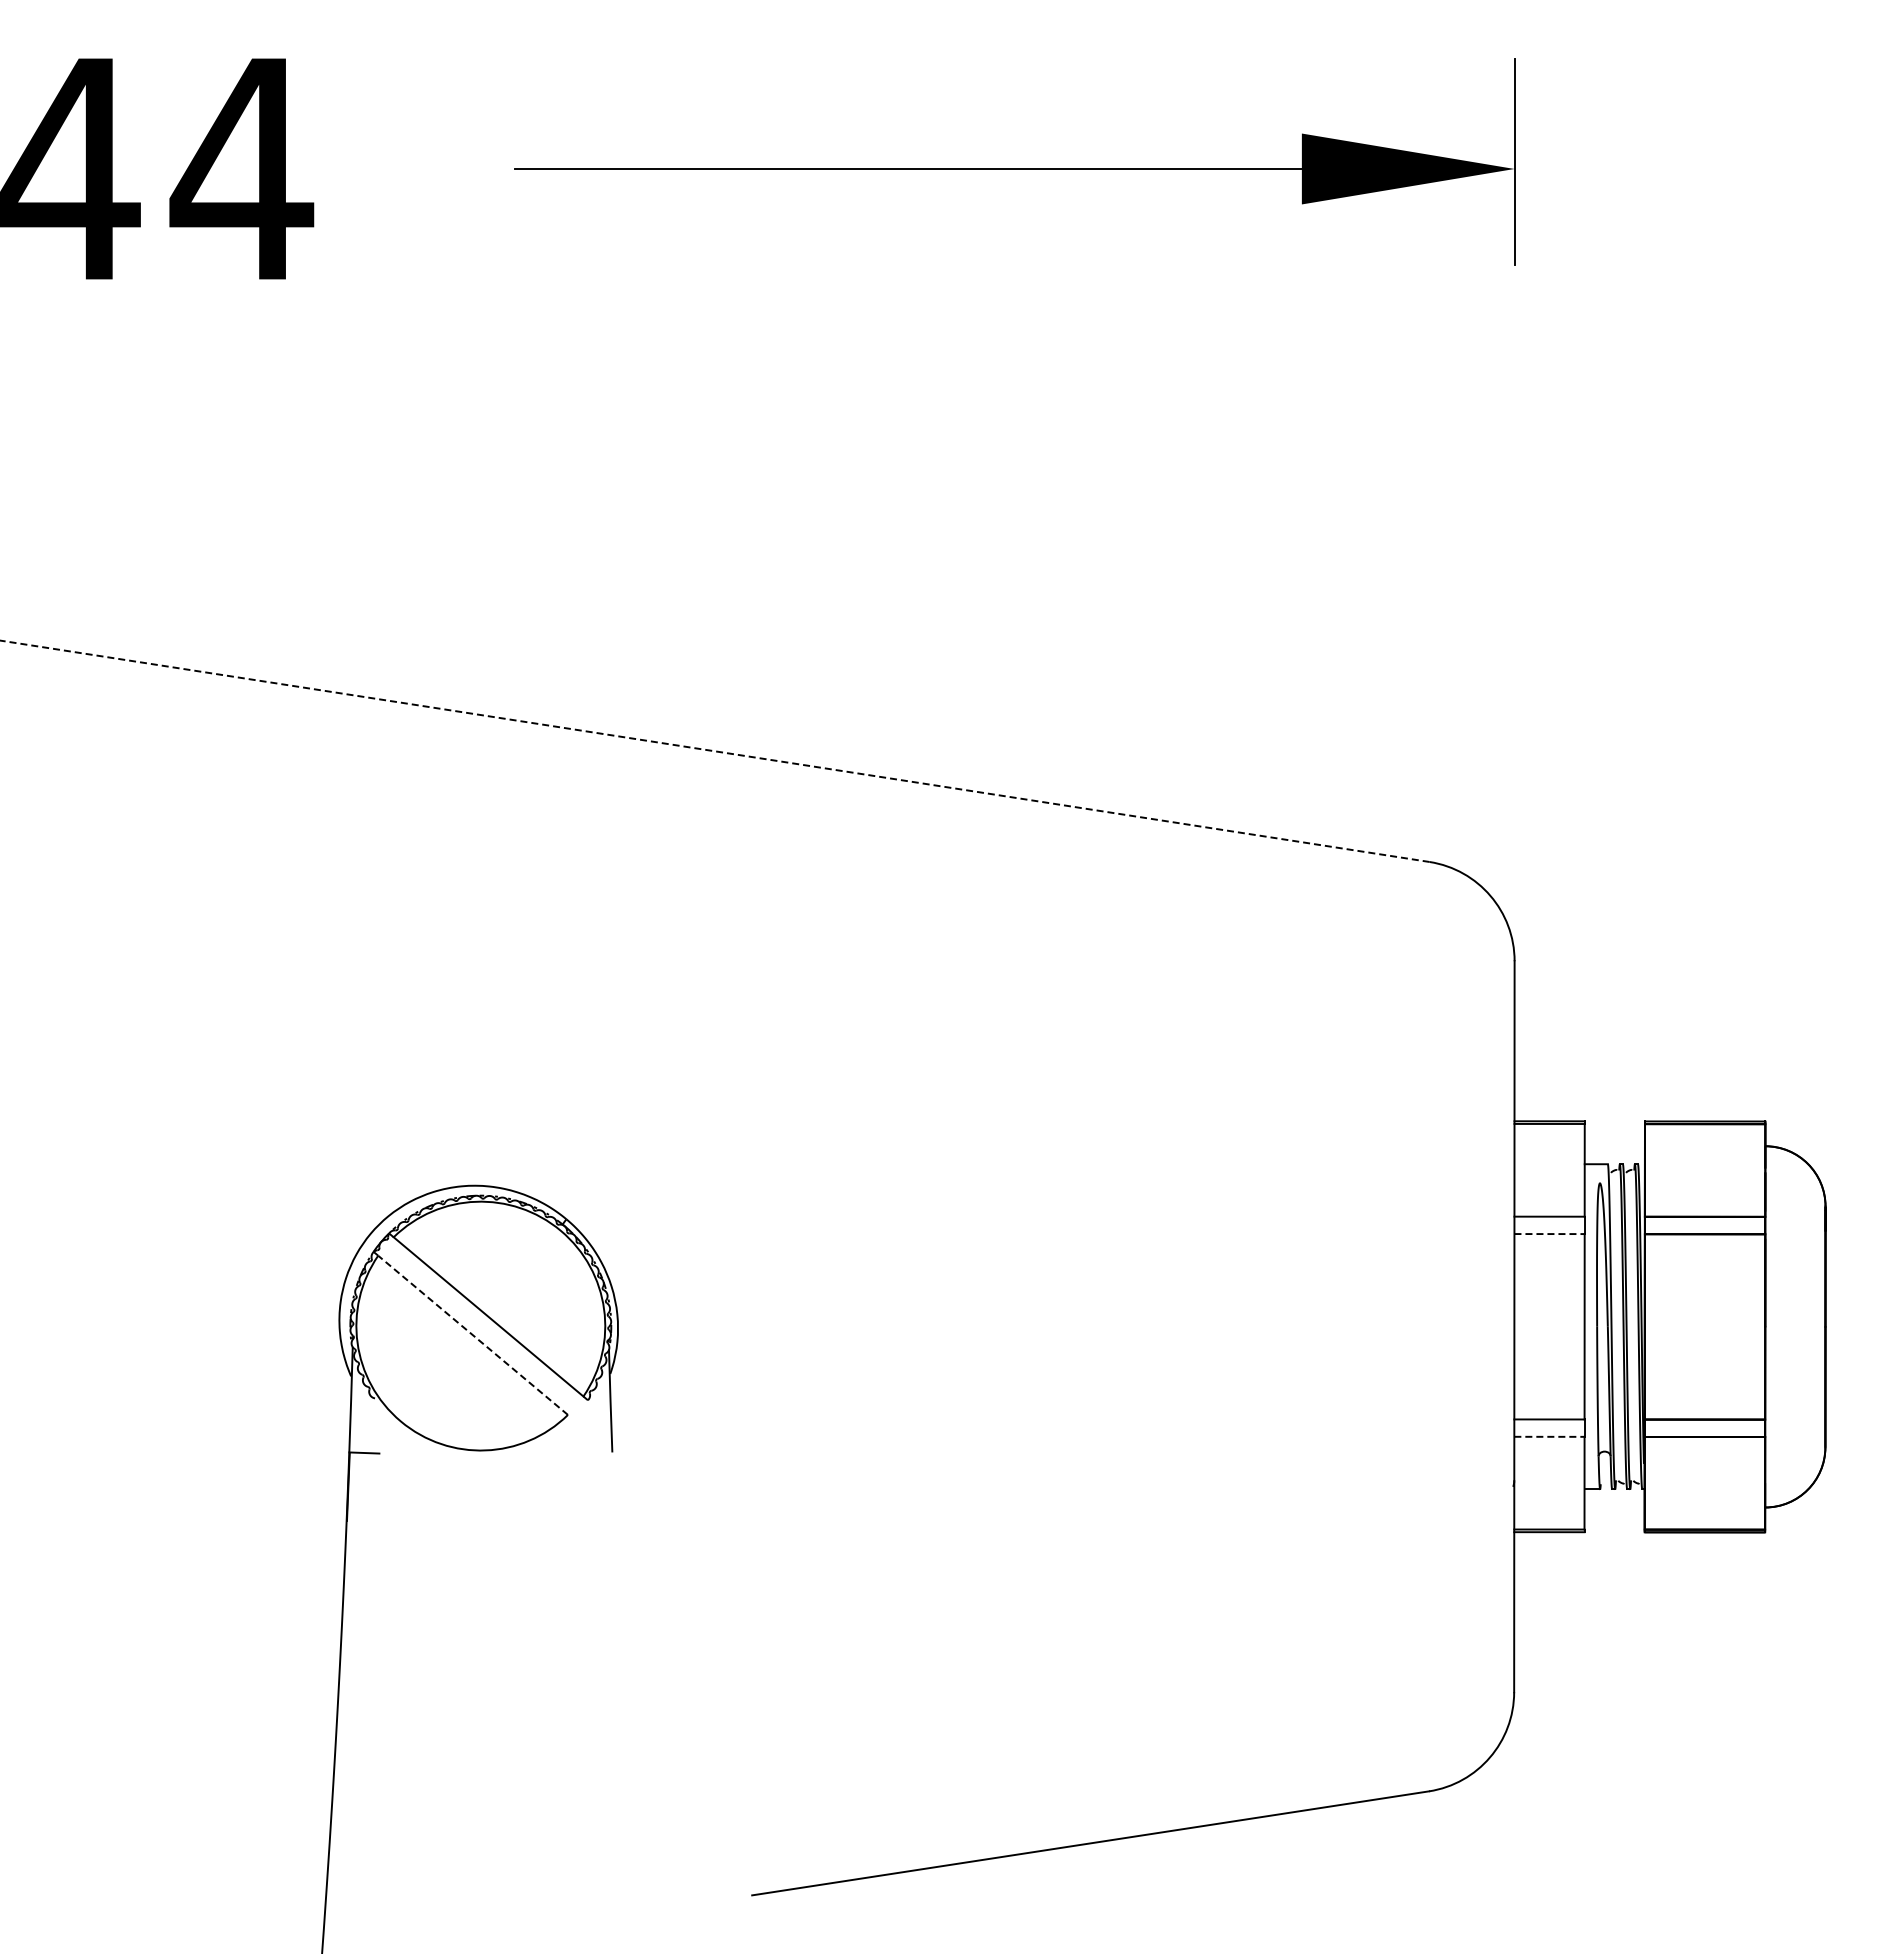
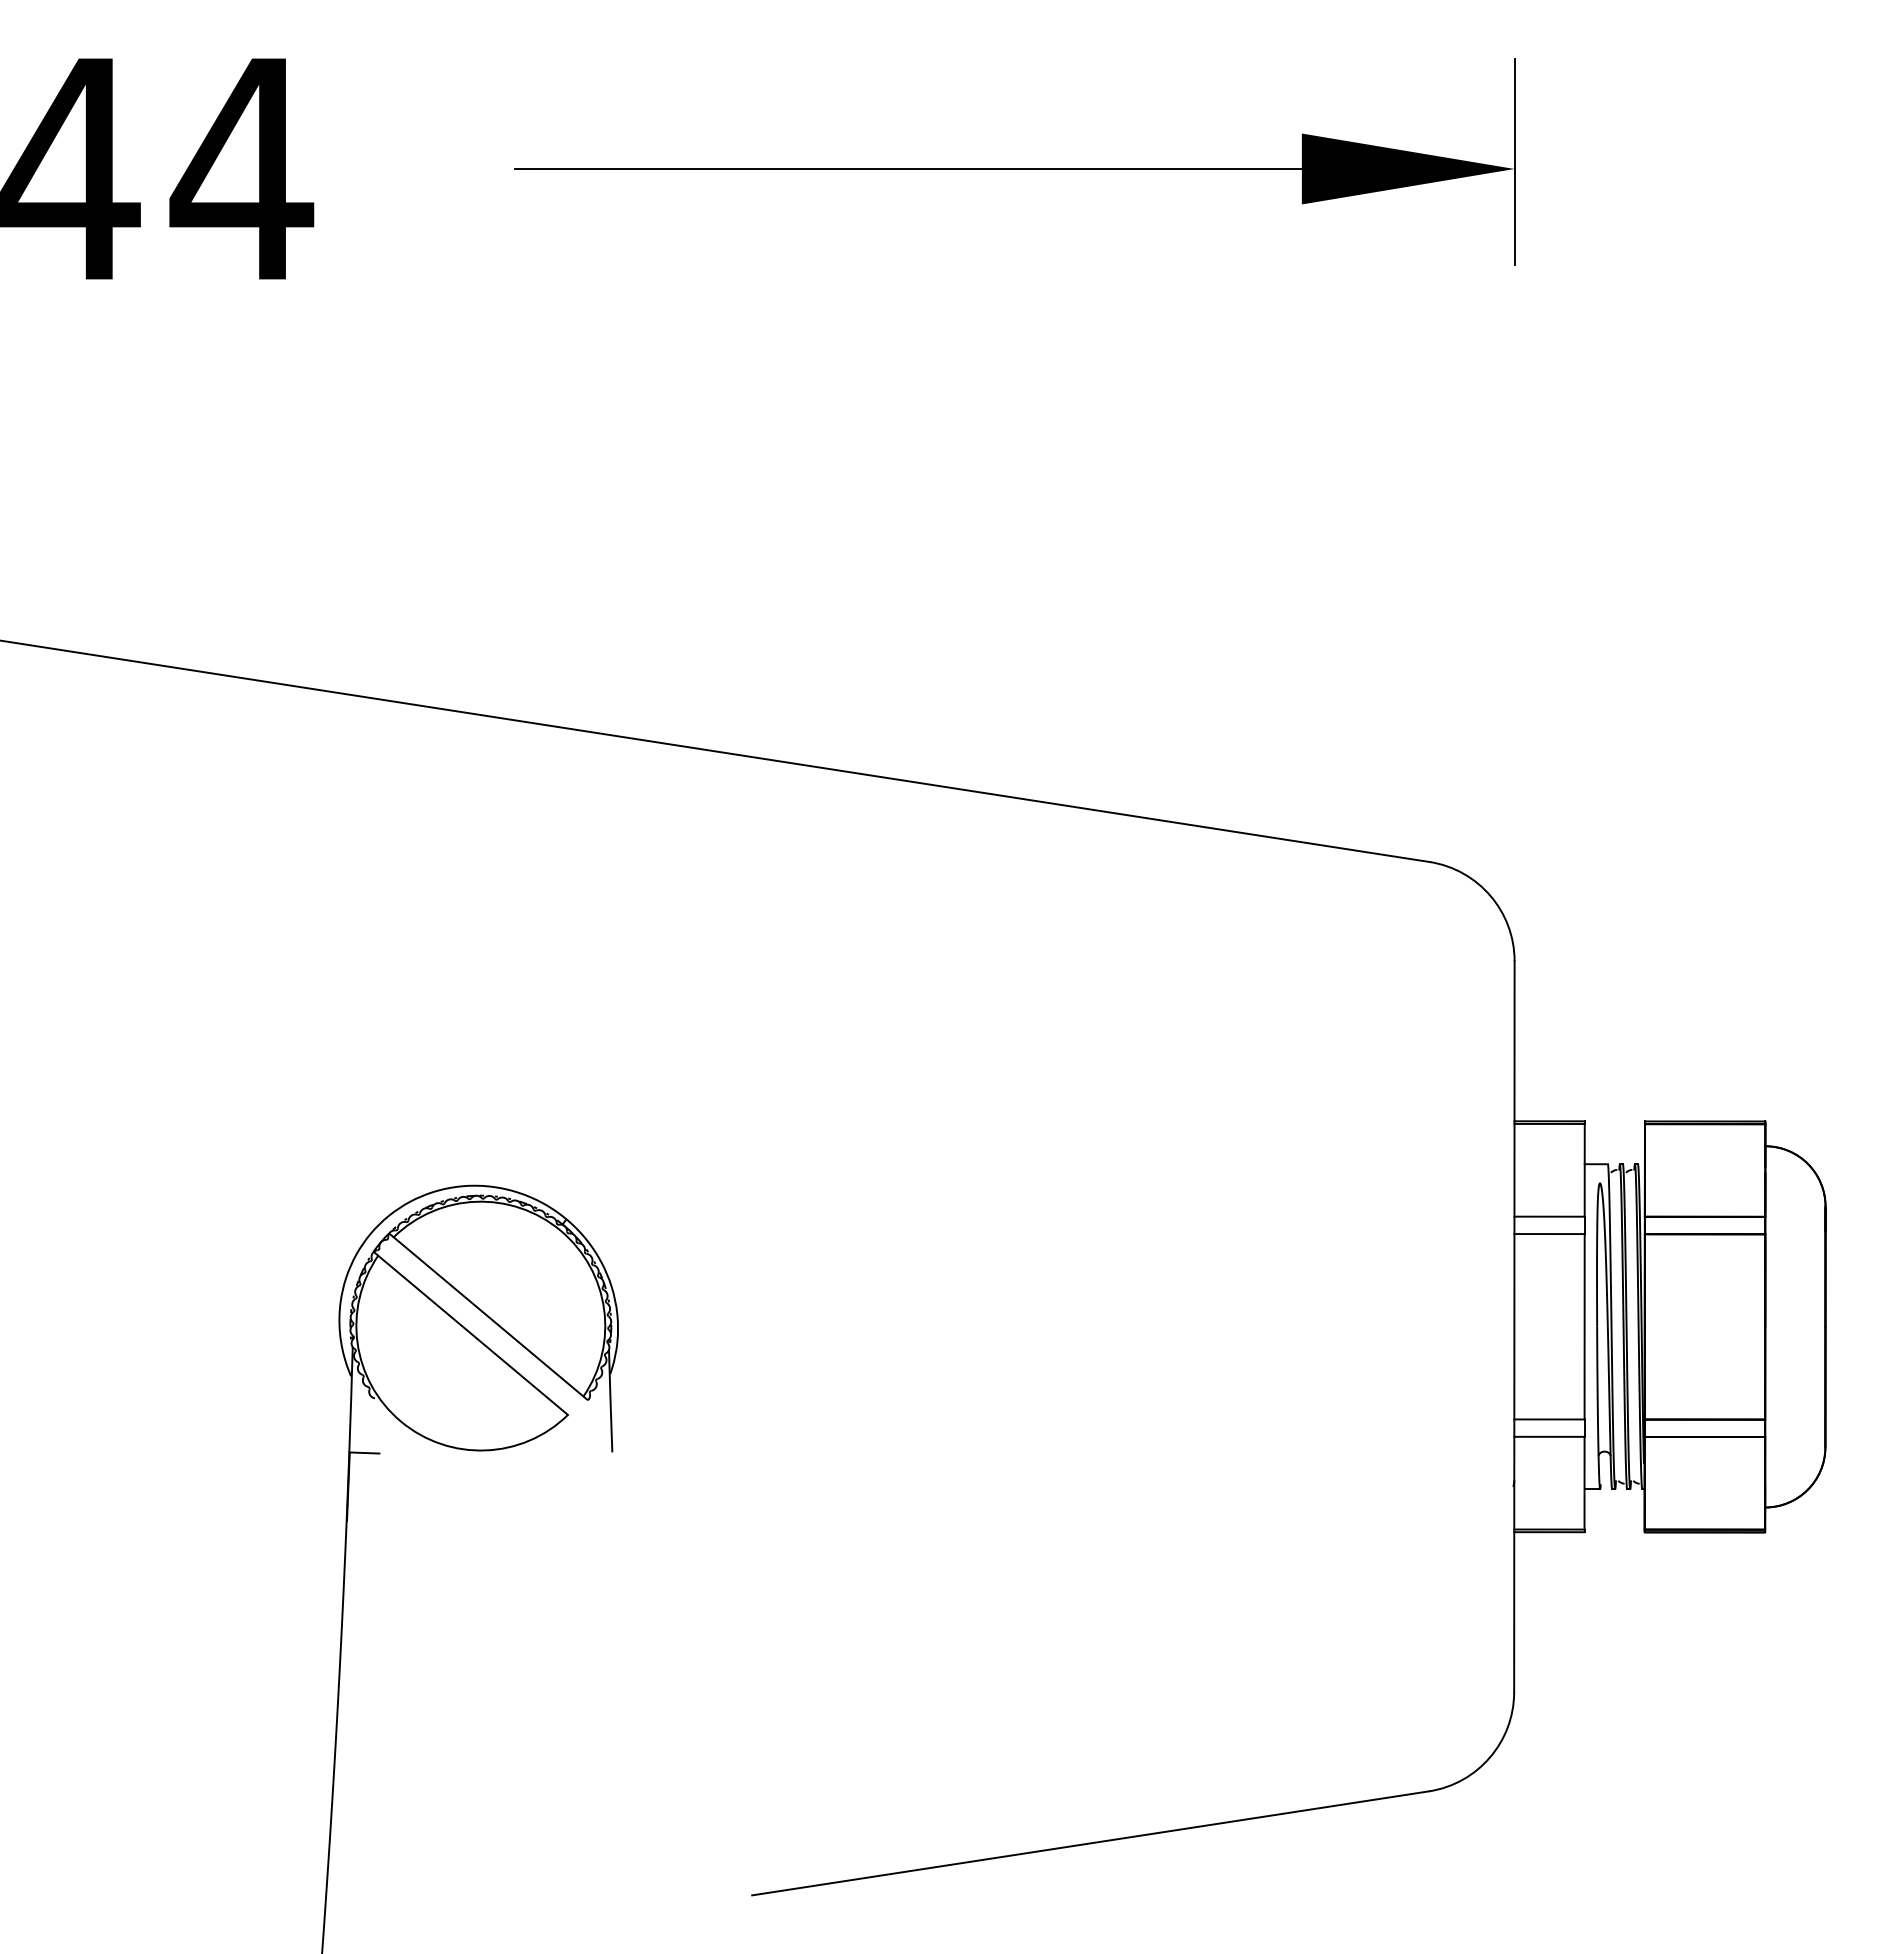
line at (715, 751): dashed -> solid
line at (1550, 1234): dashed -> solid
line at (473, 1335): dashed -> solid
line at (1549, 1436): dashed -> solid
